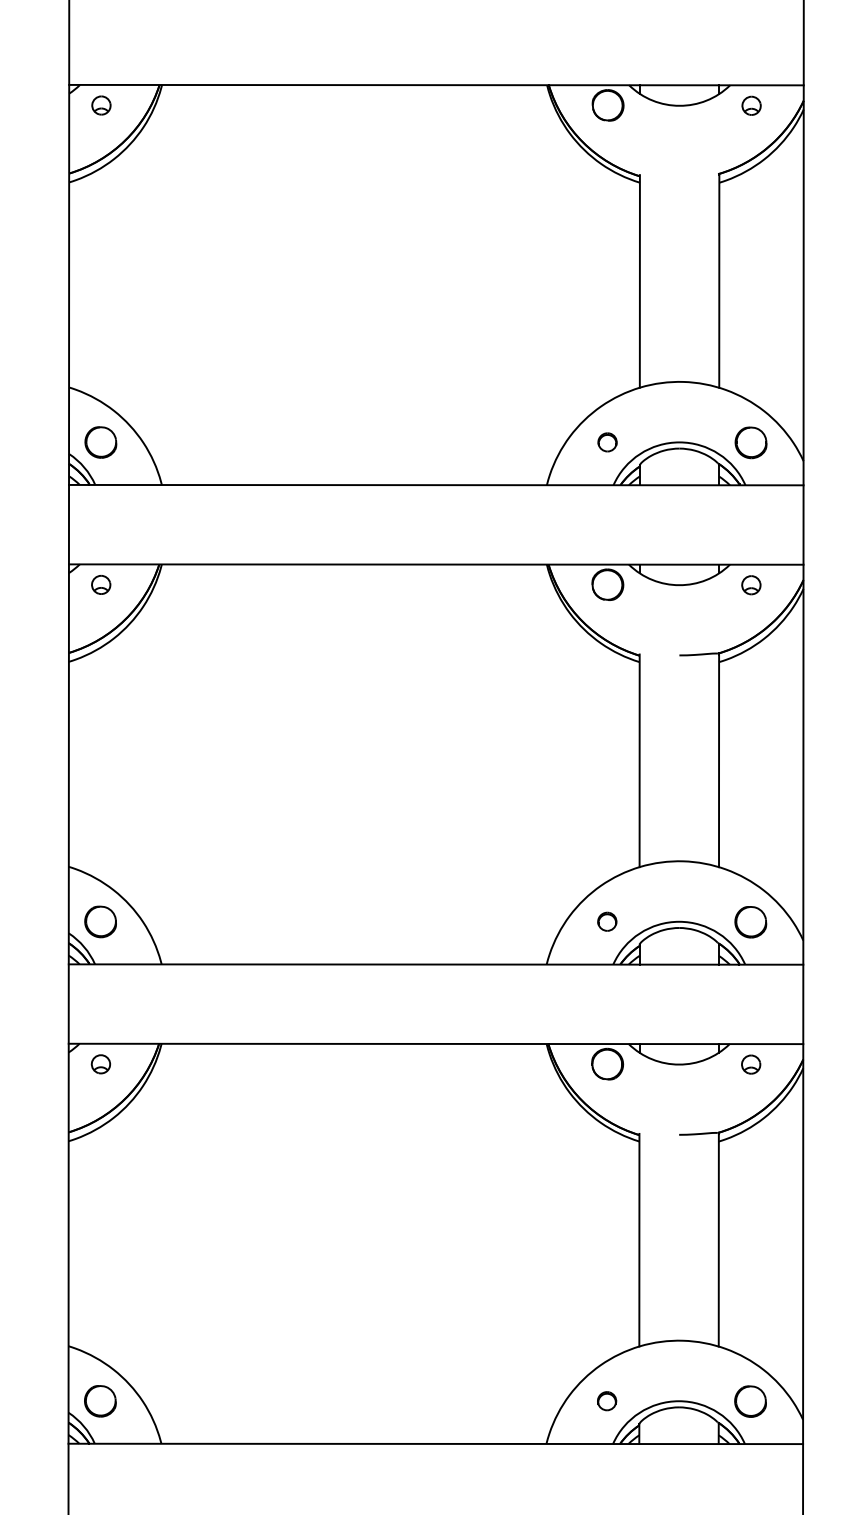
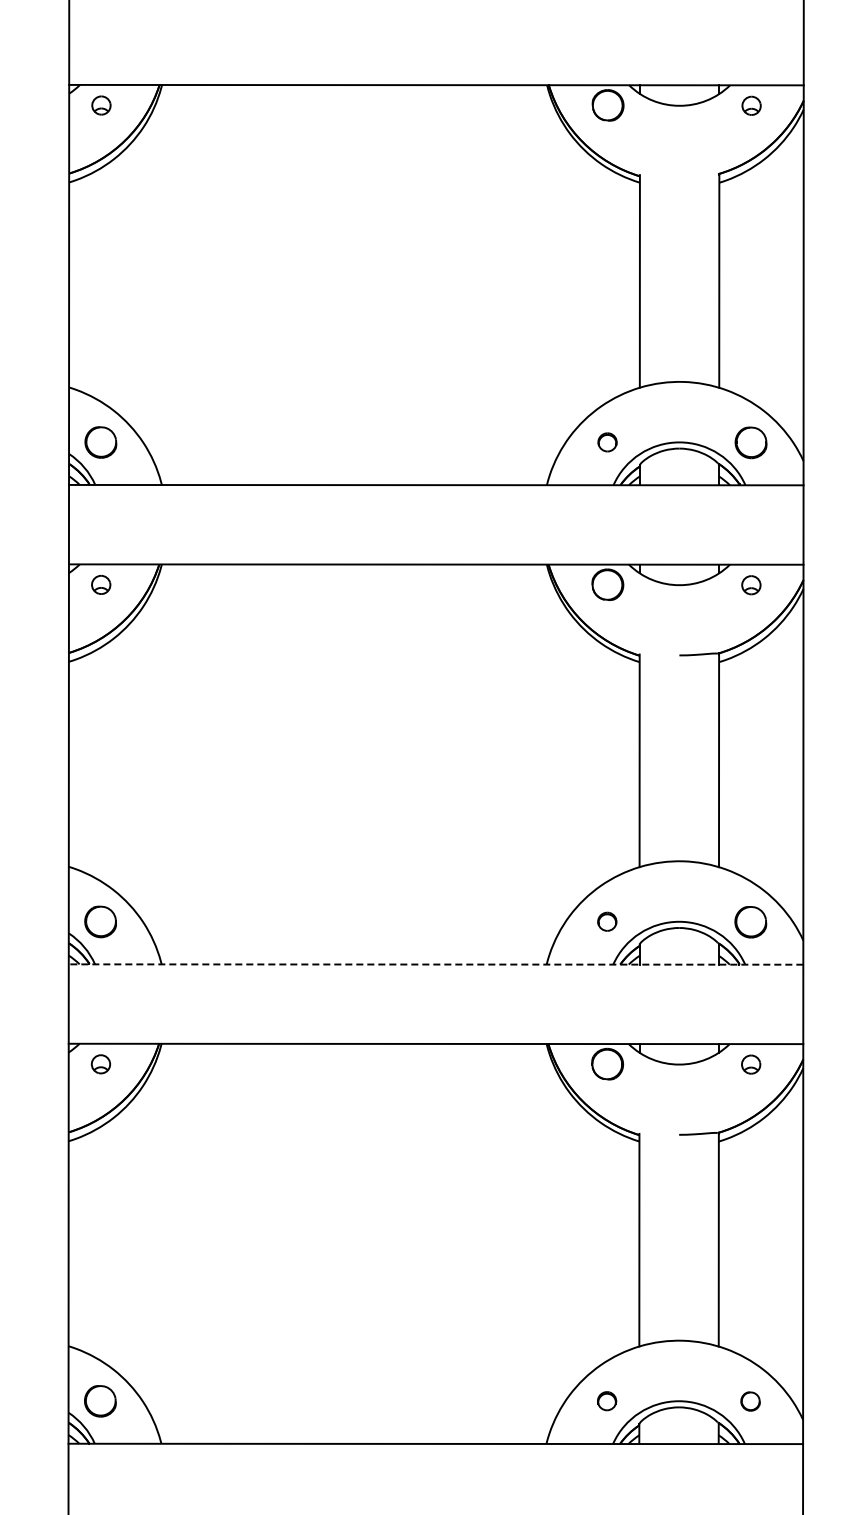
line at (435, 964): solid -> dashed
part at (750, 1401) size: 33x33 px -> 21x21 px
